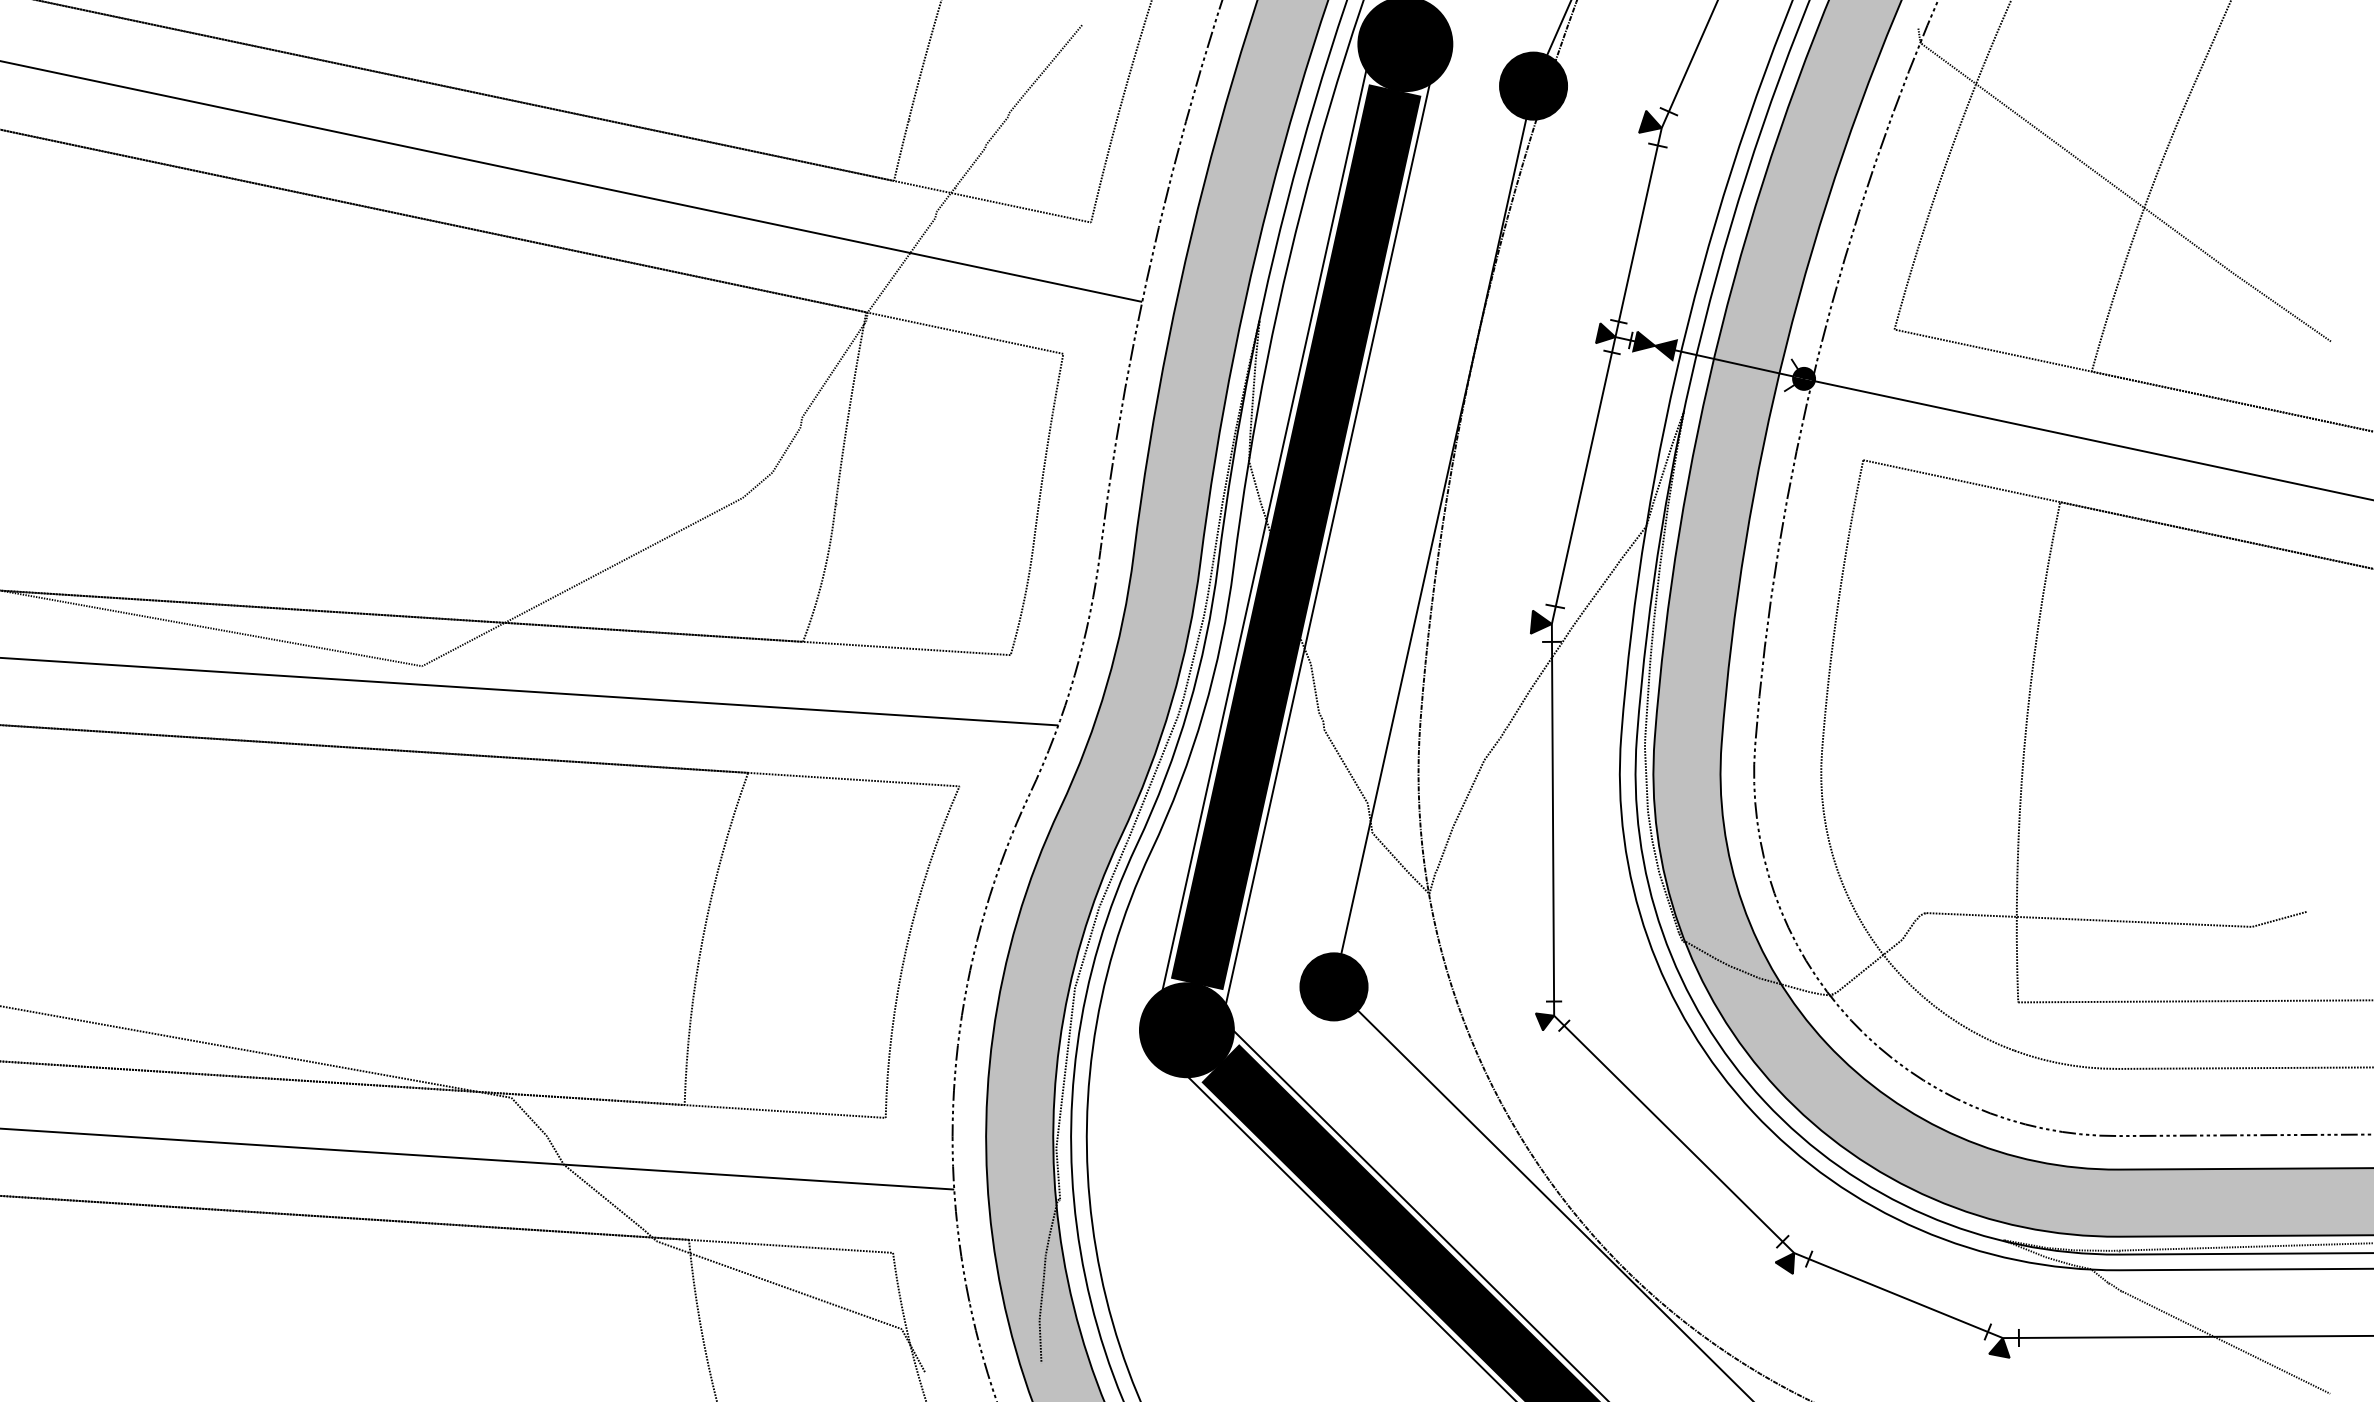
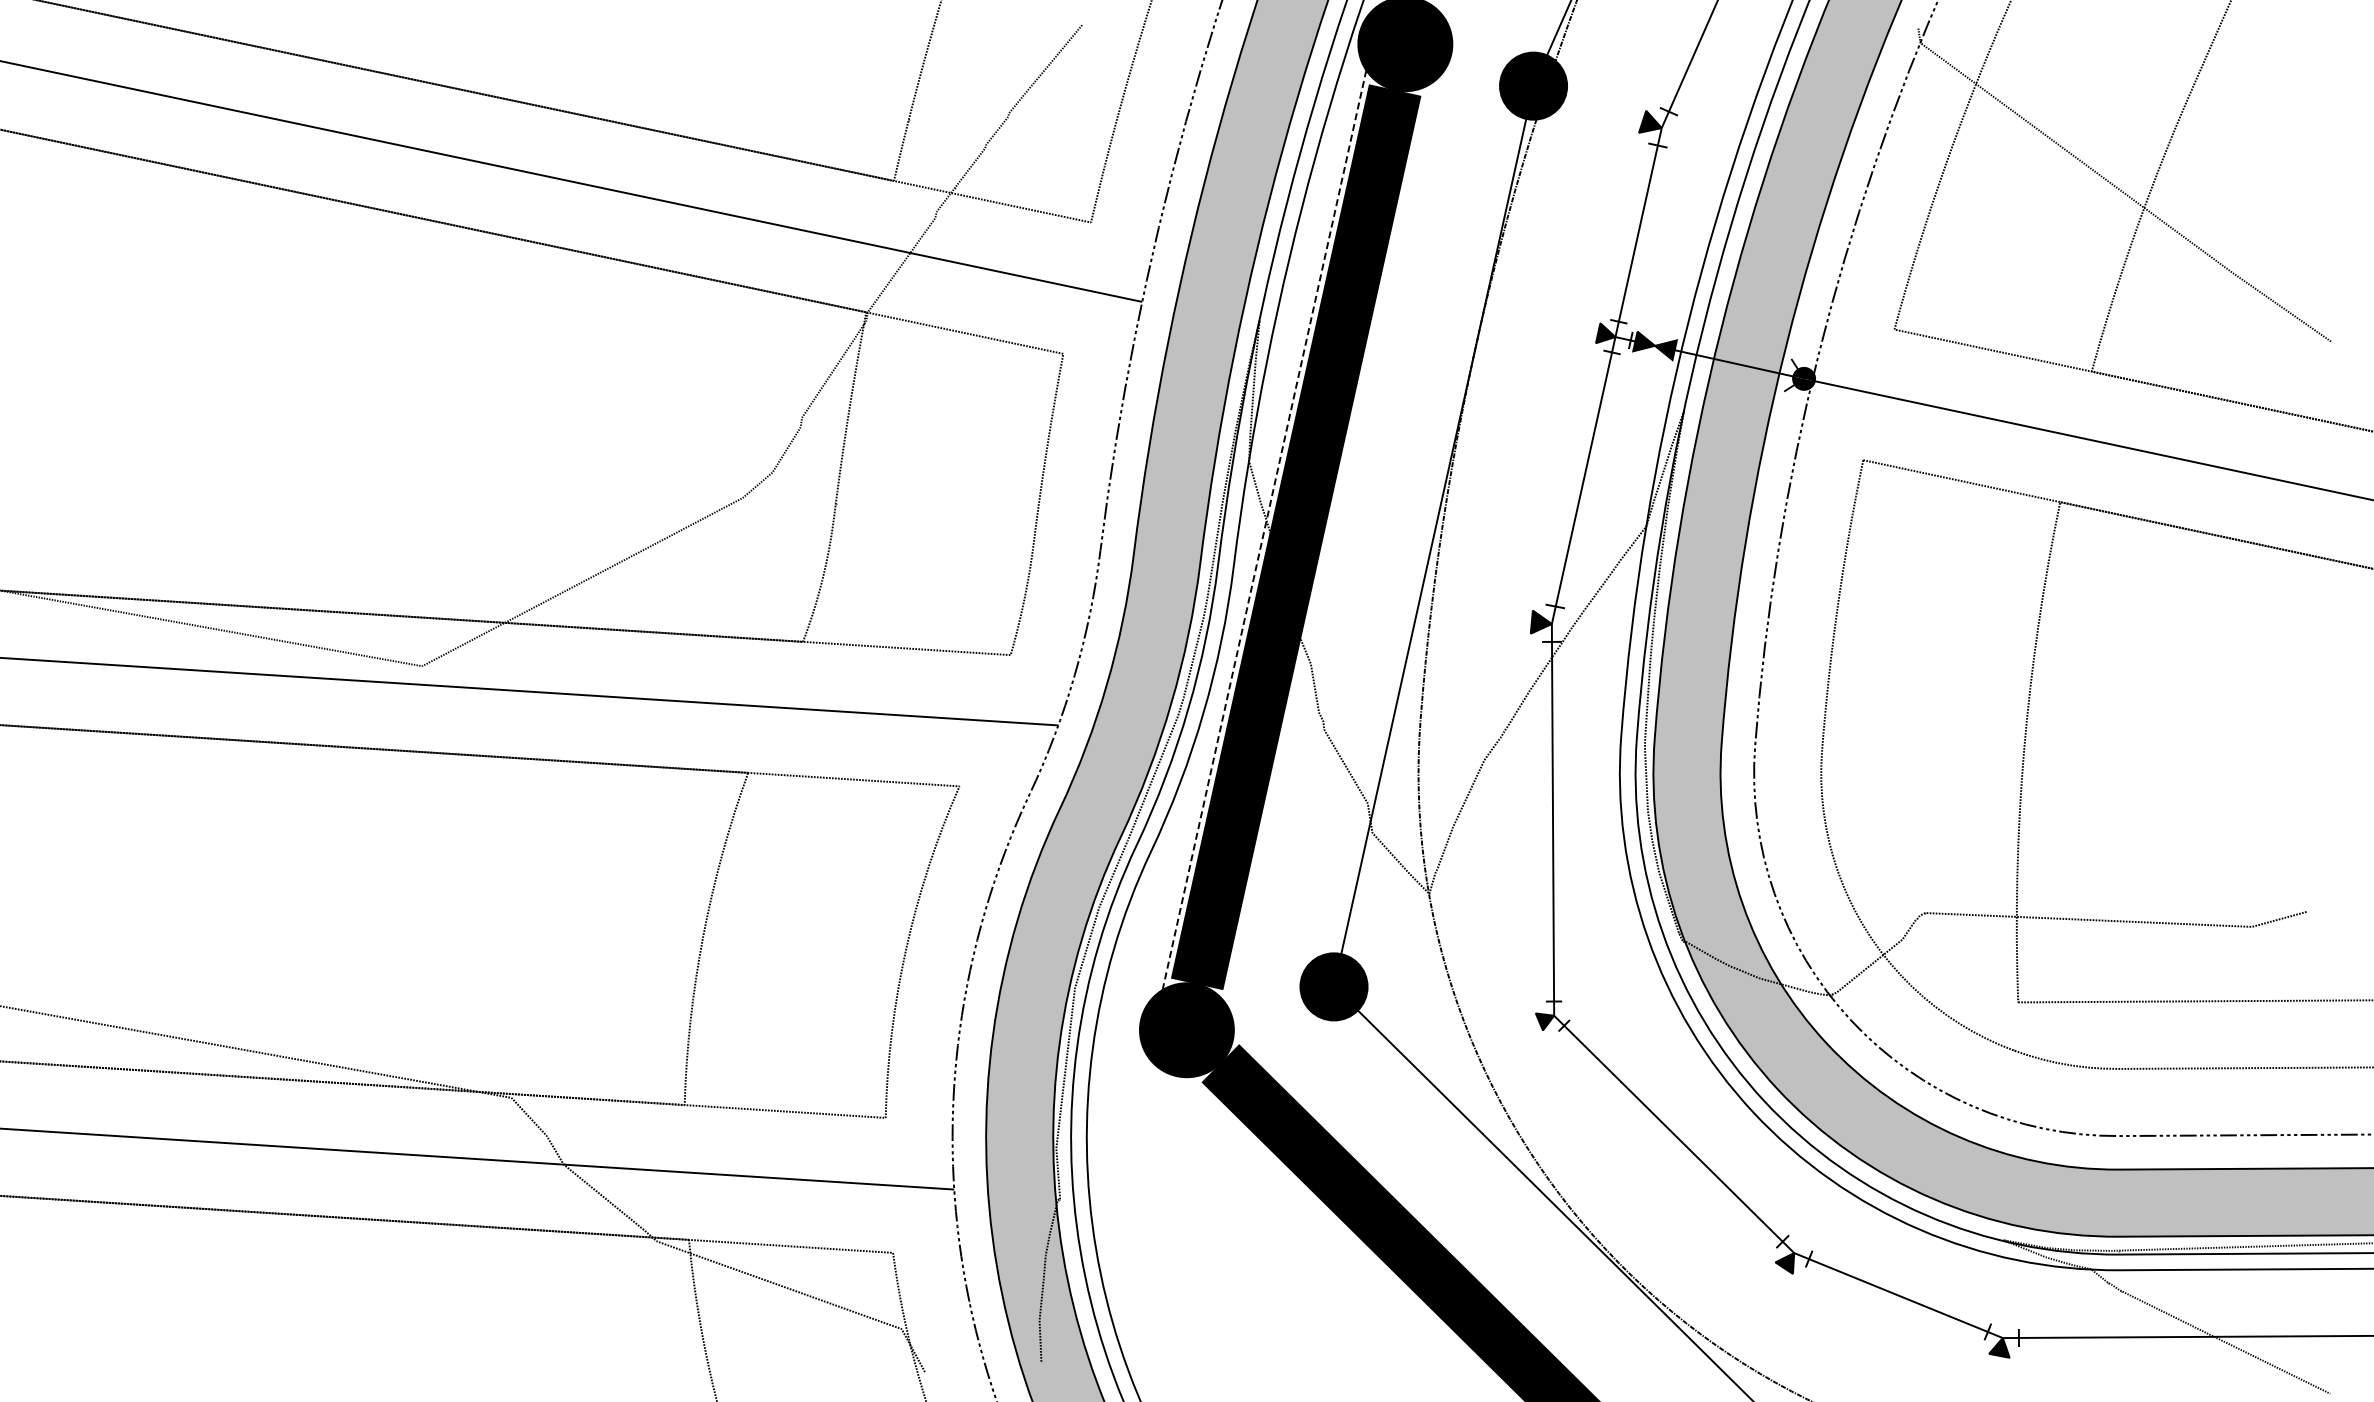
line at (1264, 530): solid -> dashed
line at (1327, 544): present -> none
line at (1419, 1214): present -> none
line at (1350, 1237): present -> none
